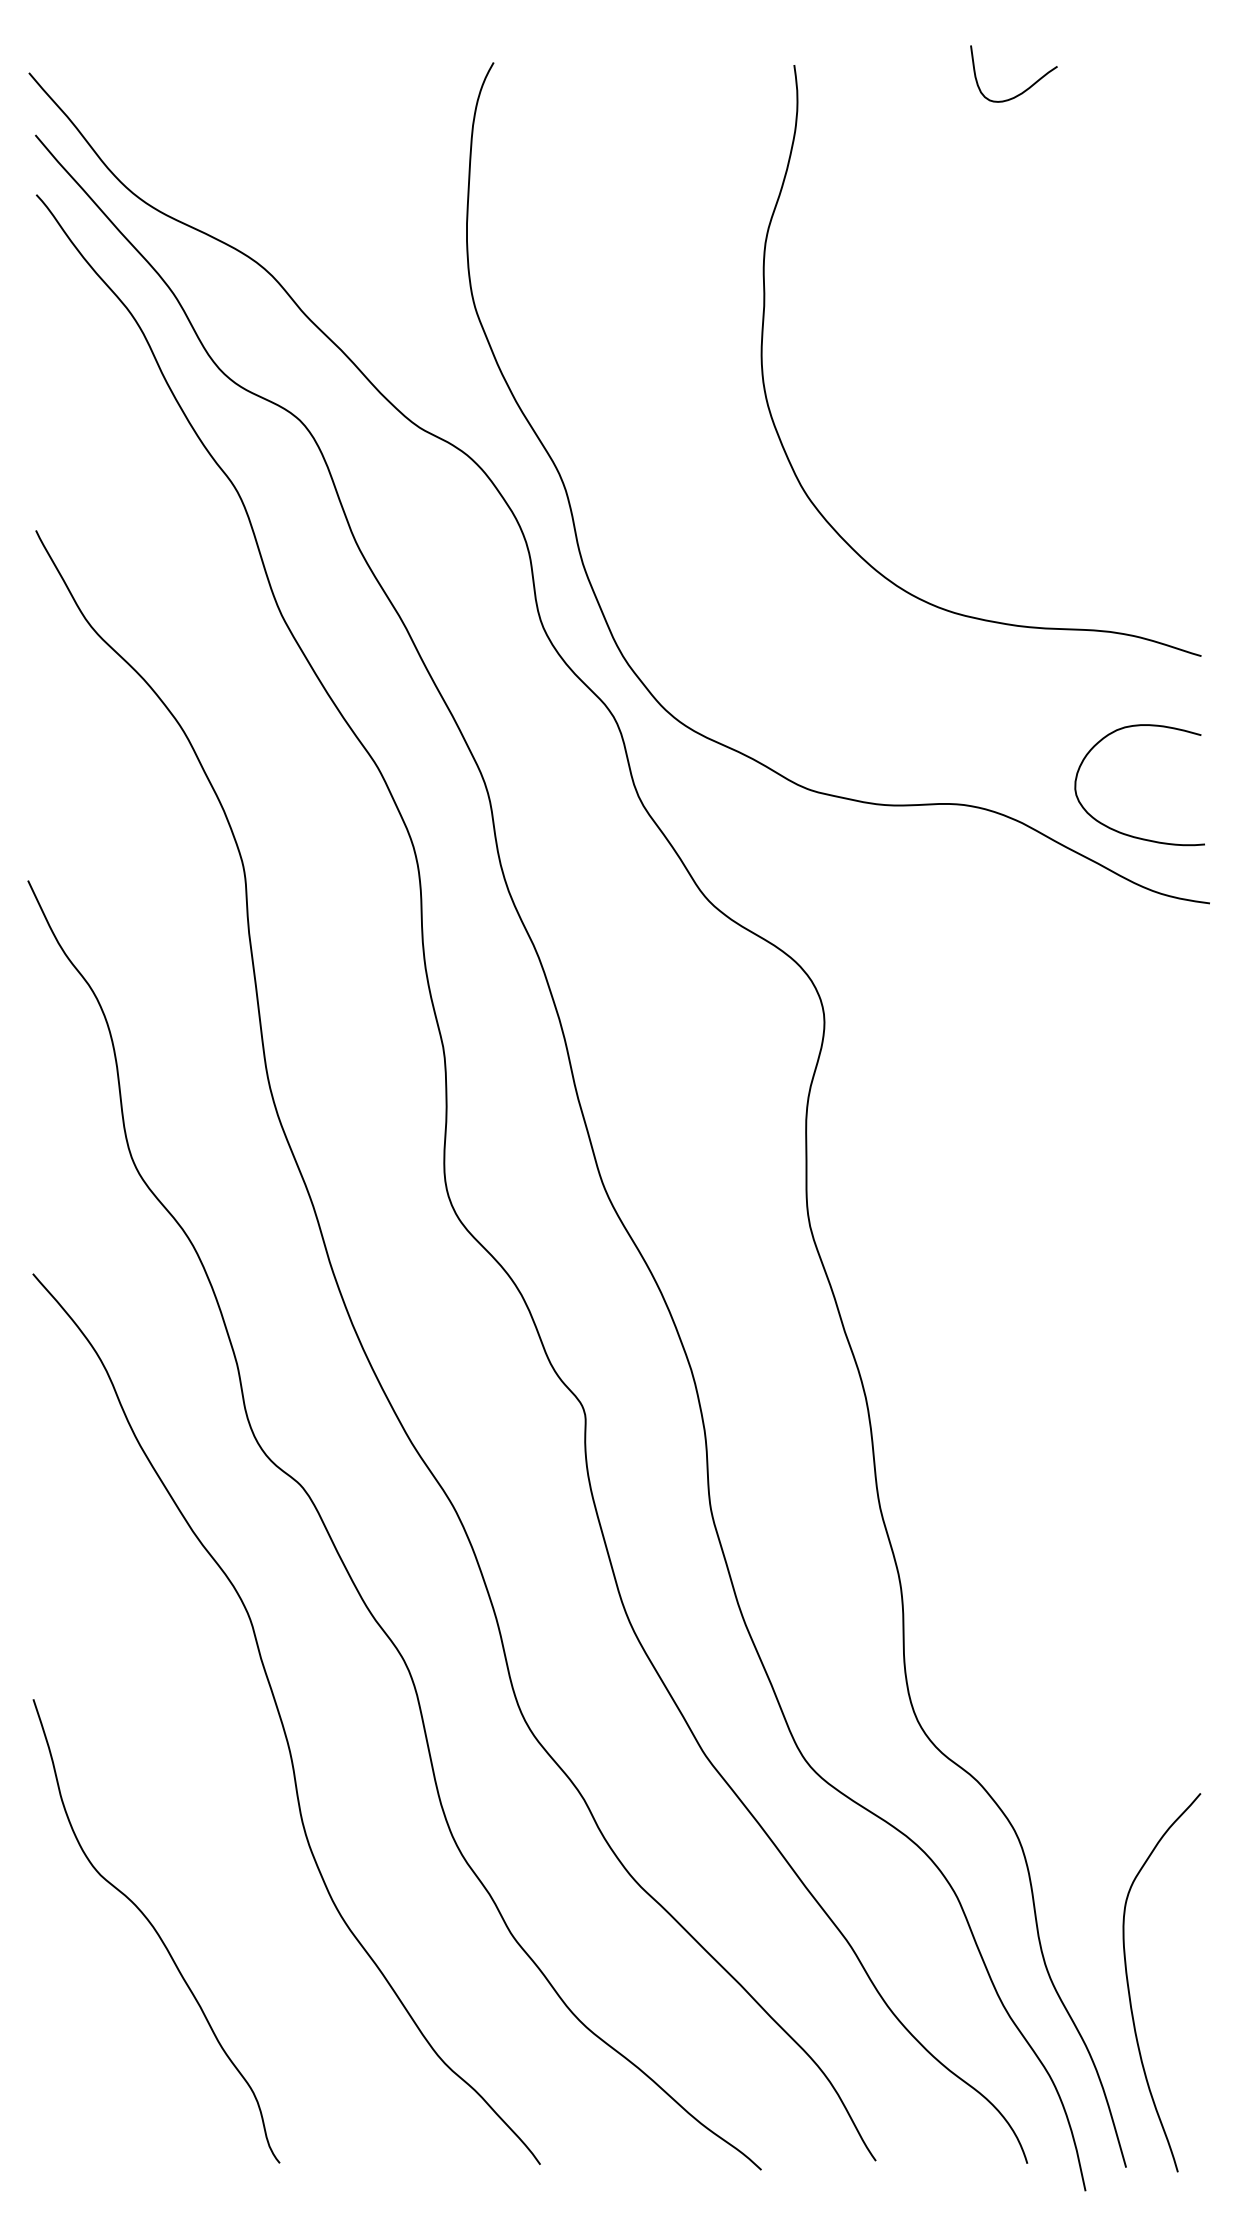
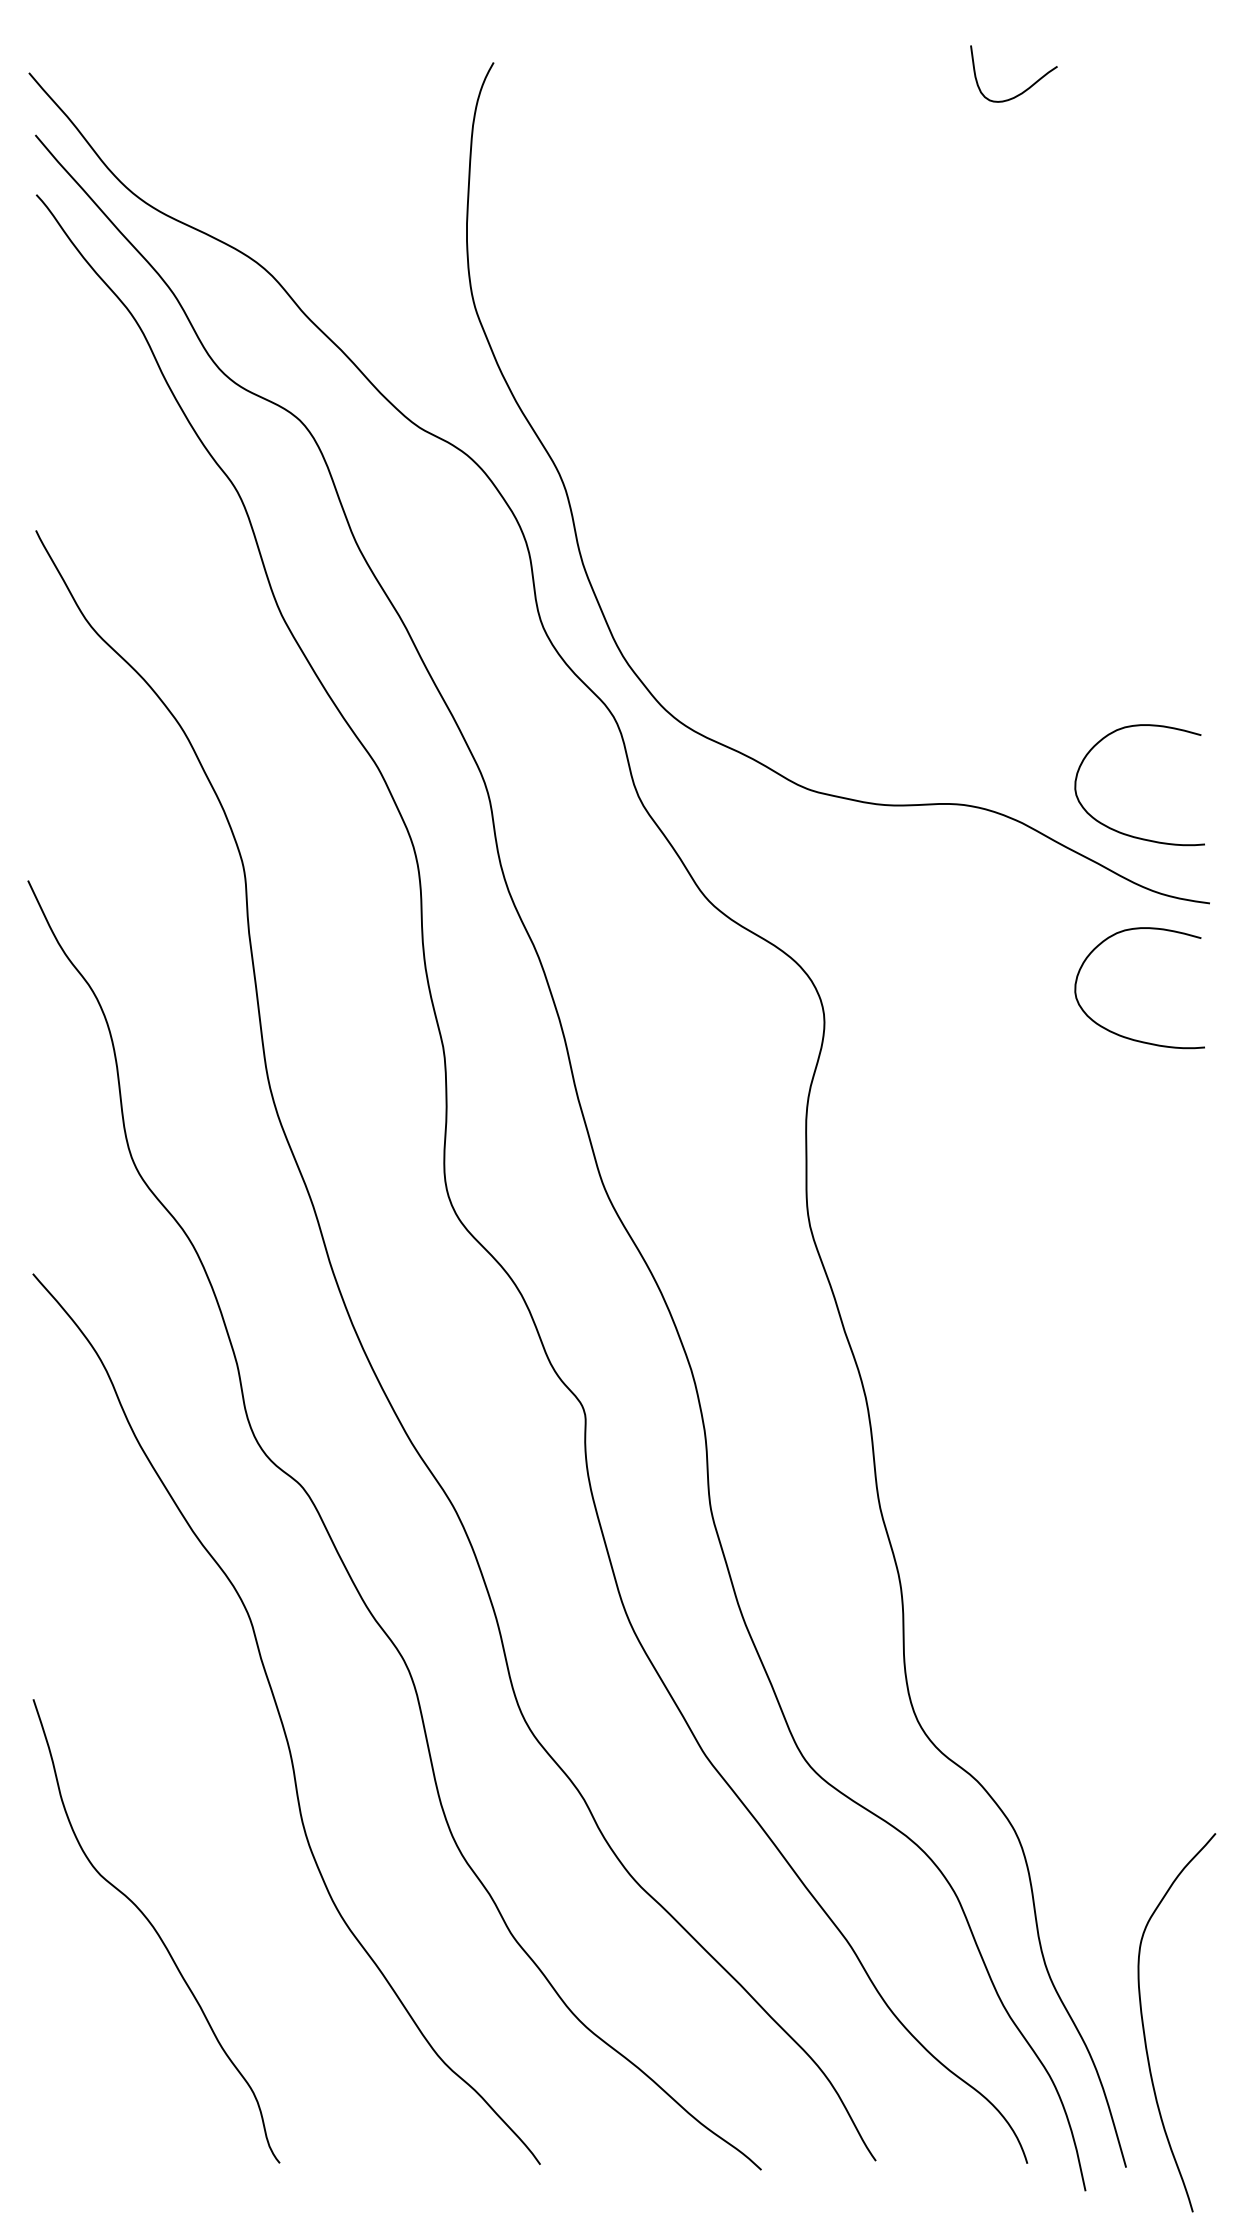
curve at (782, 442): present -> none
curve at (1123, 1035): none -> present
curve at (1129, 1986) position: (1129, 1986) -> (1144, 2026)
